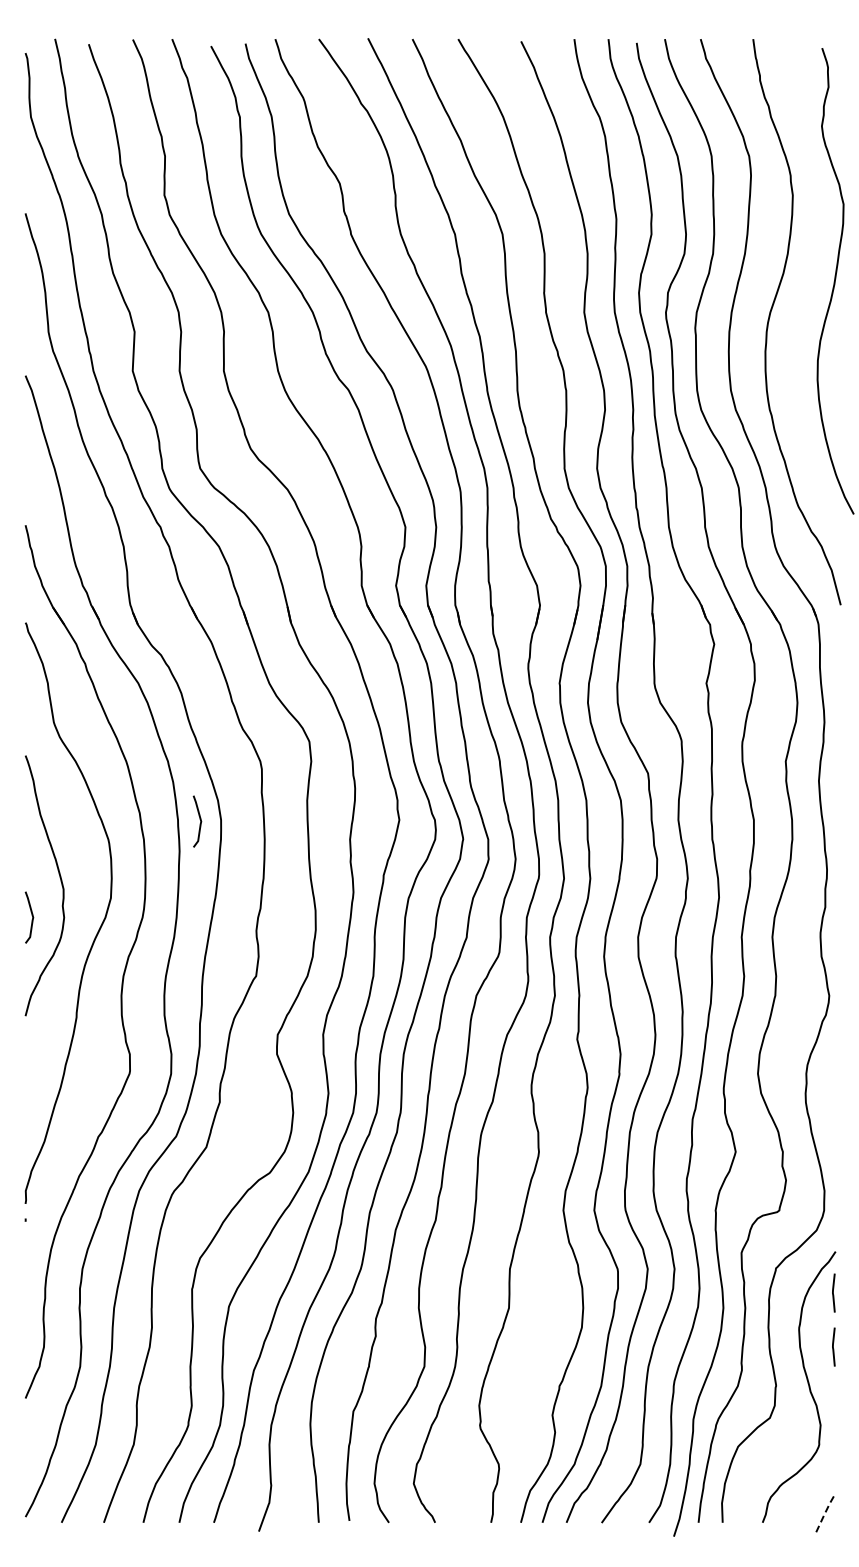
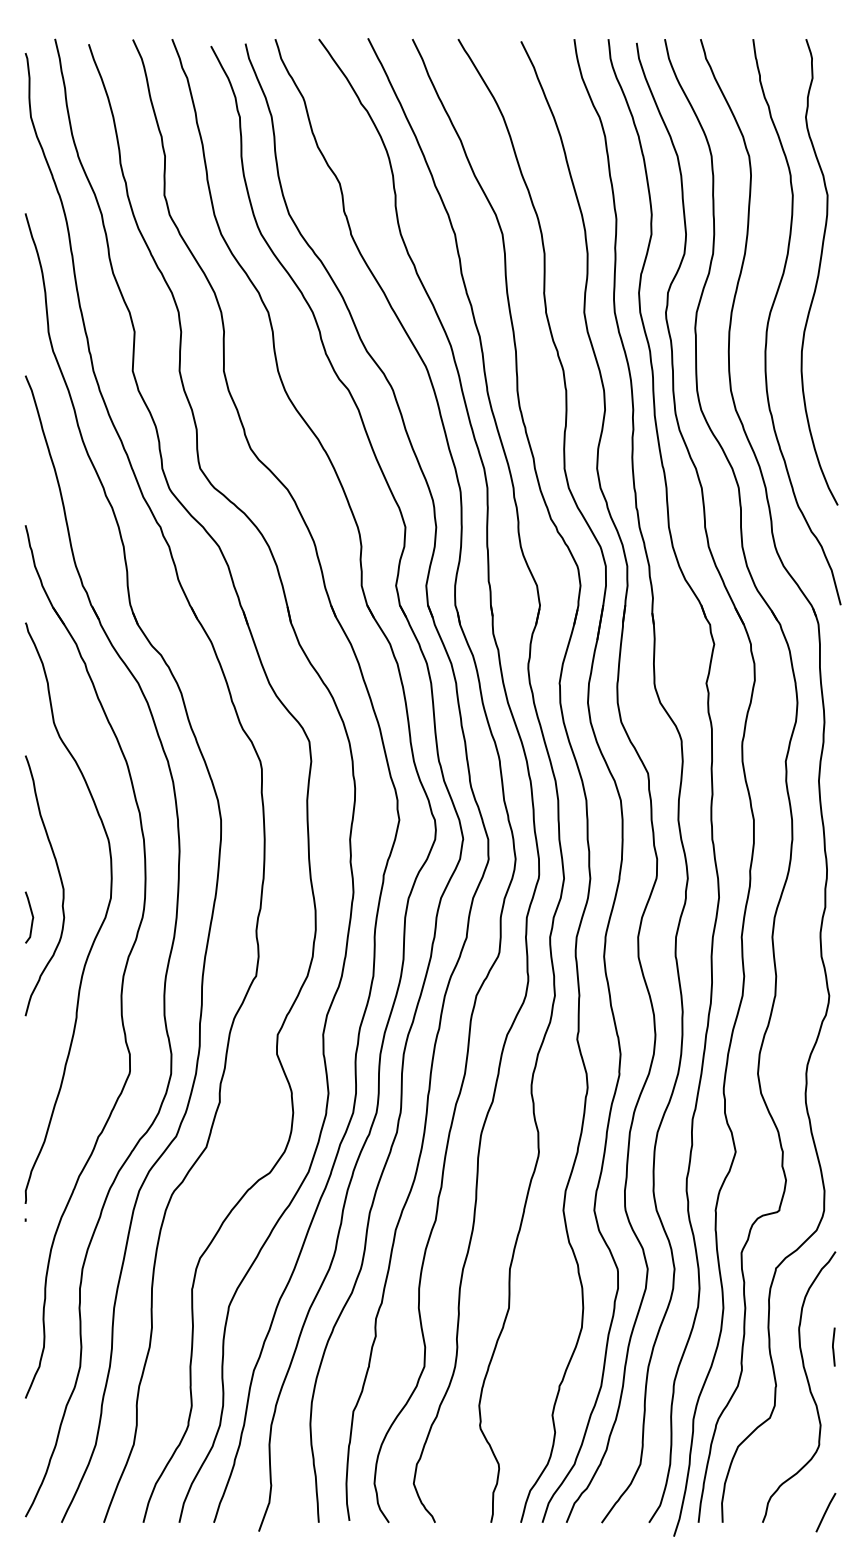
curve at (835, 281) position: (835, 281) -> (819, 272)
curve at (199, 819): present -> none
line at (833, 1292): present -> none
line at (825, 1511): dashed -> solid
